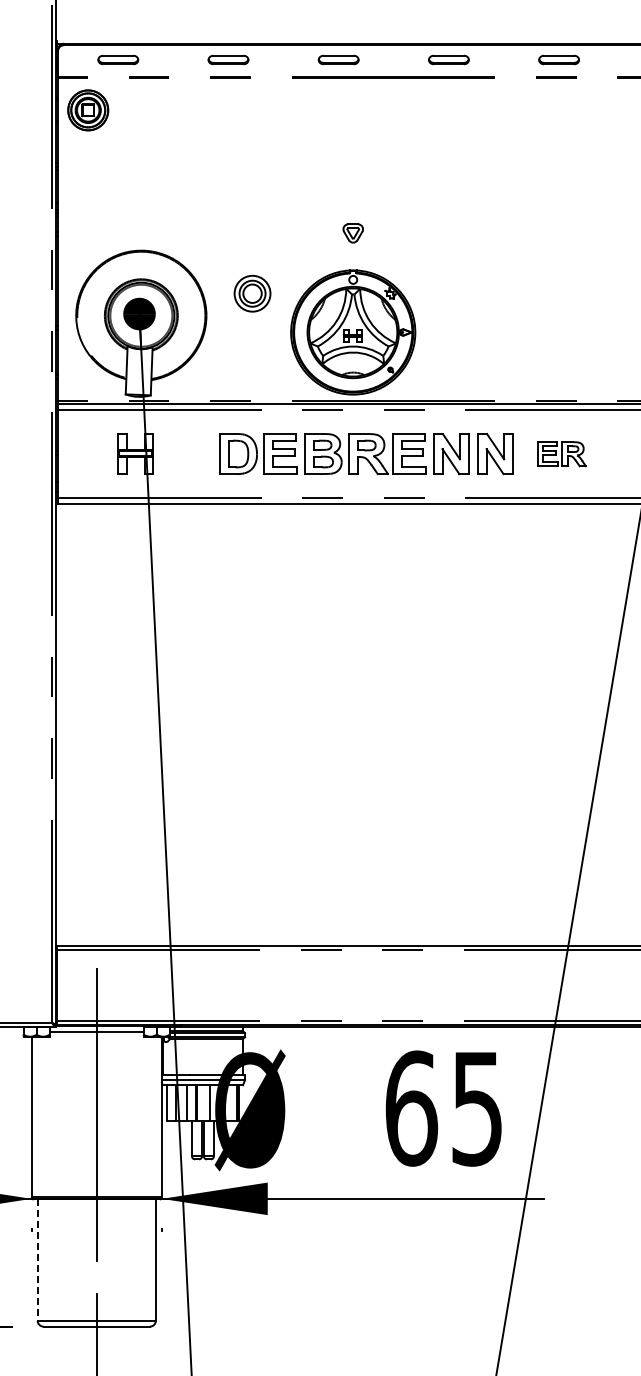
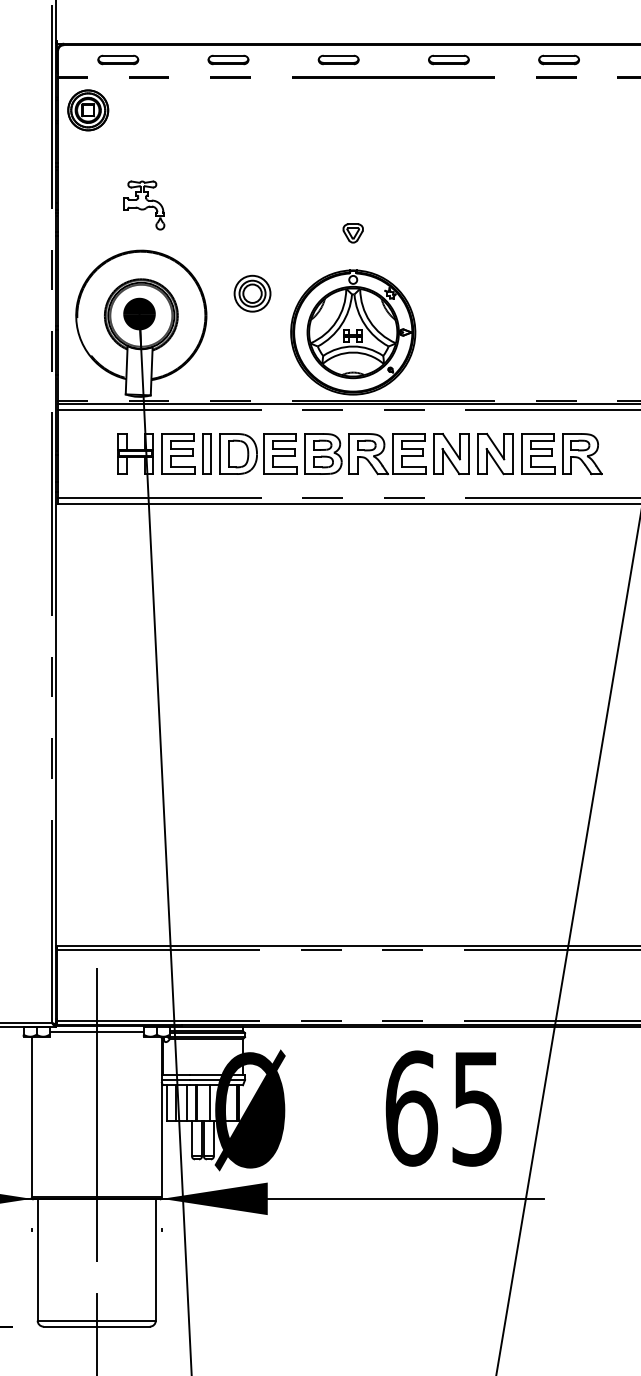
part at (144, 205): none -> present
part at (186, 453): none -> present
part at (561, 454) size: 50x27 px -> 82x43 px
line at (37, 1260): dashed -> solid
